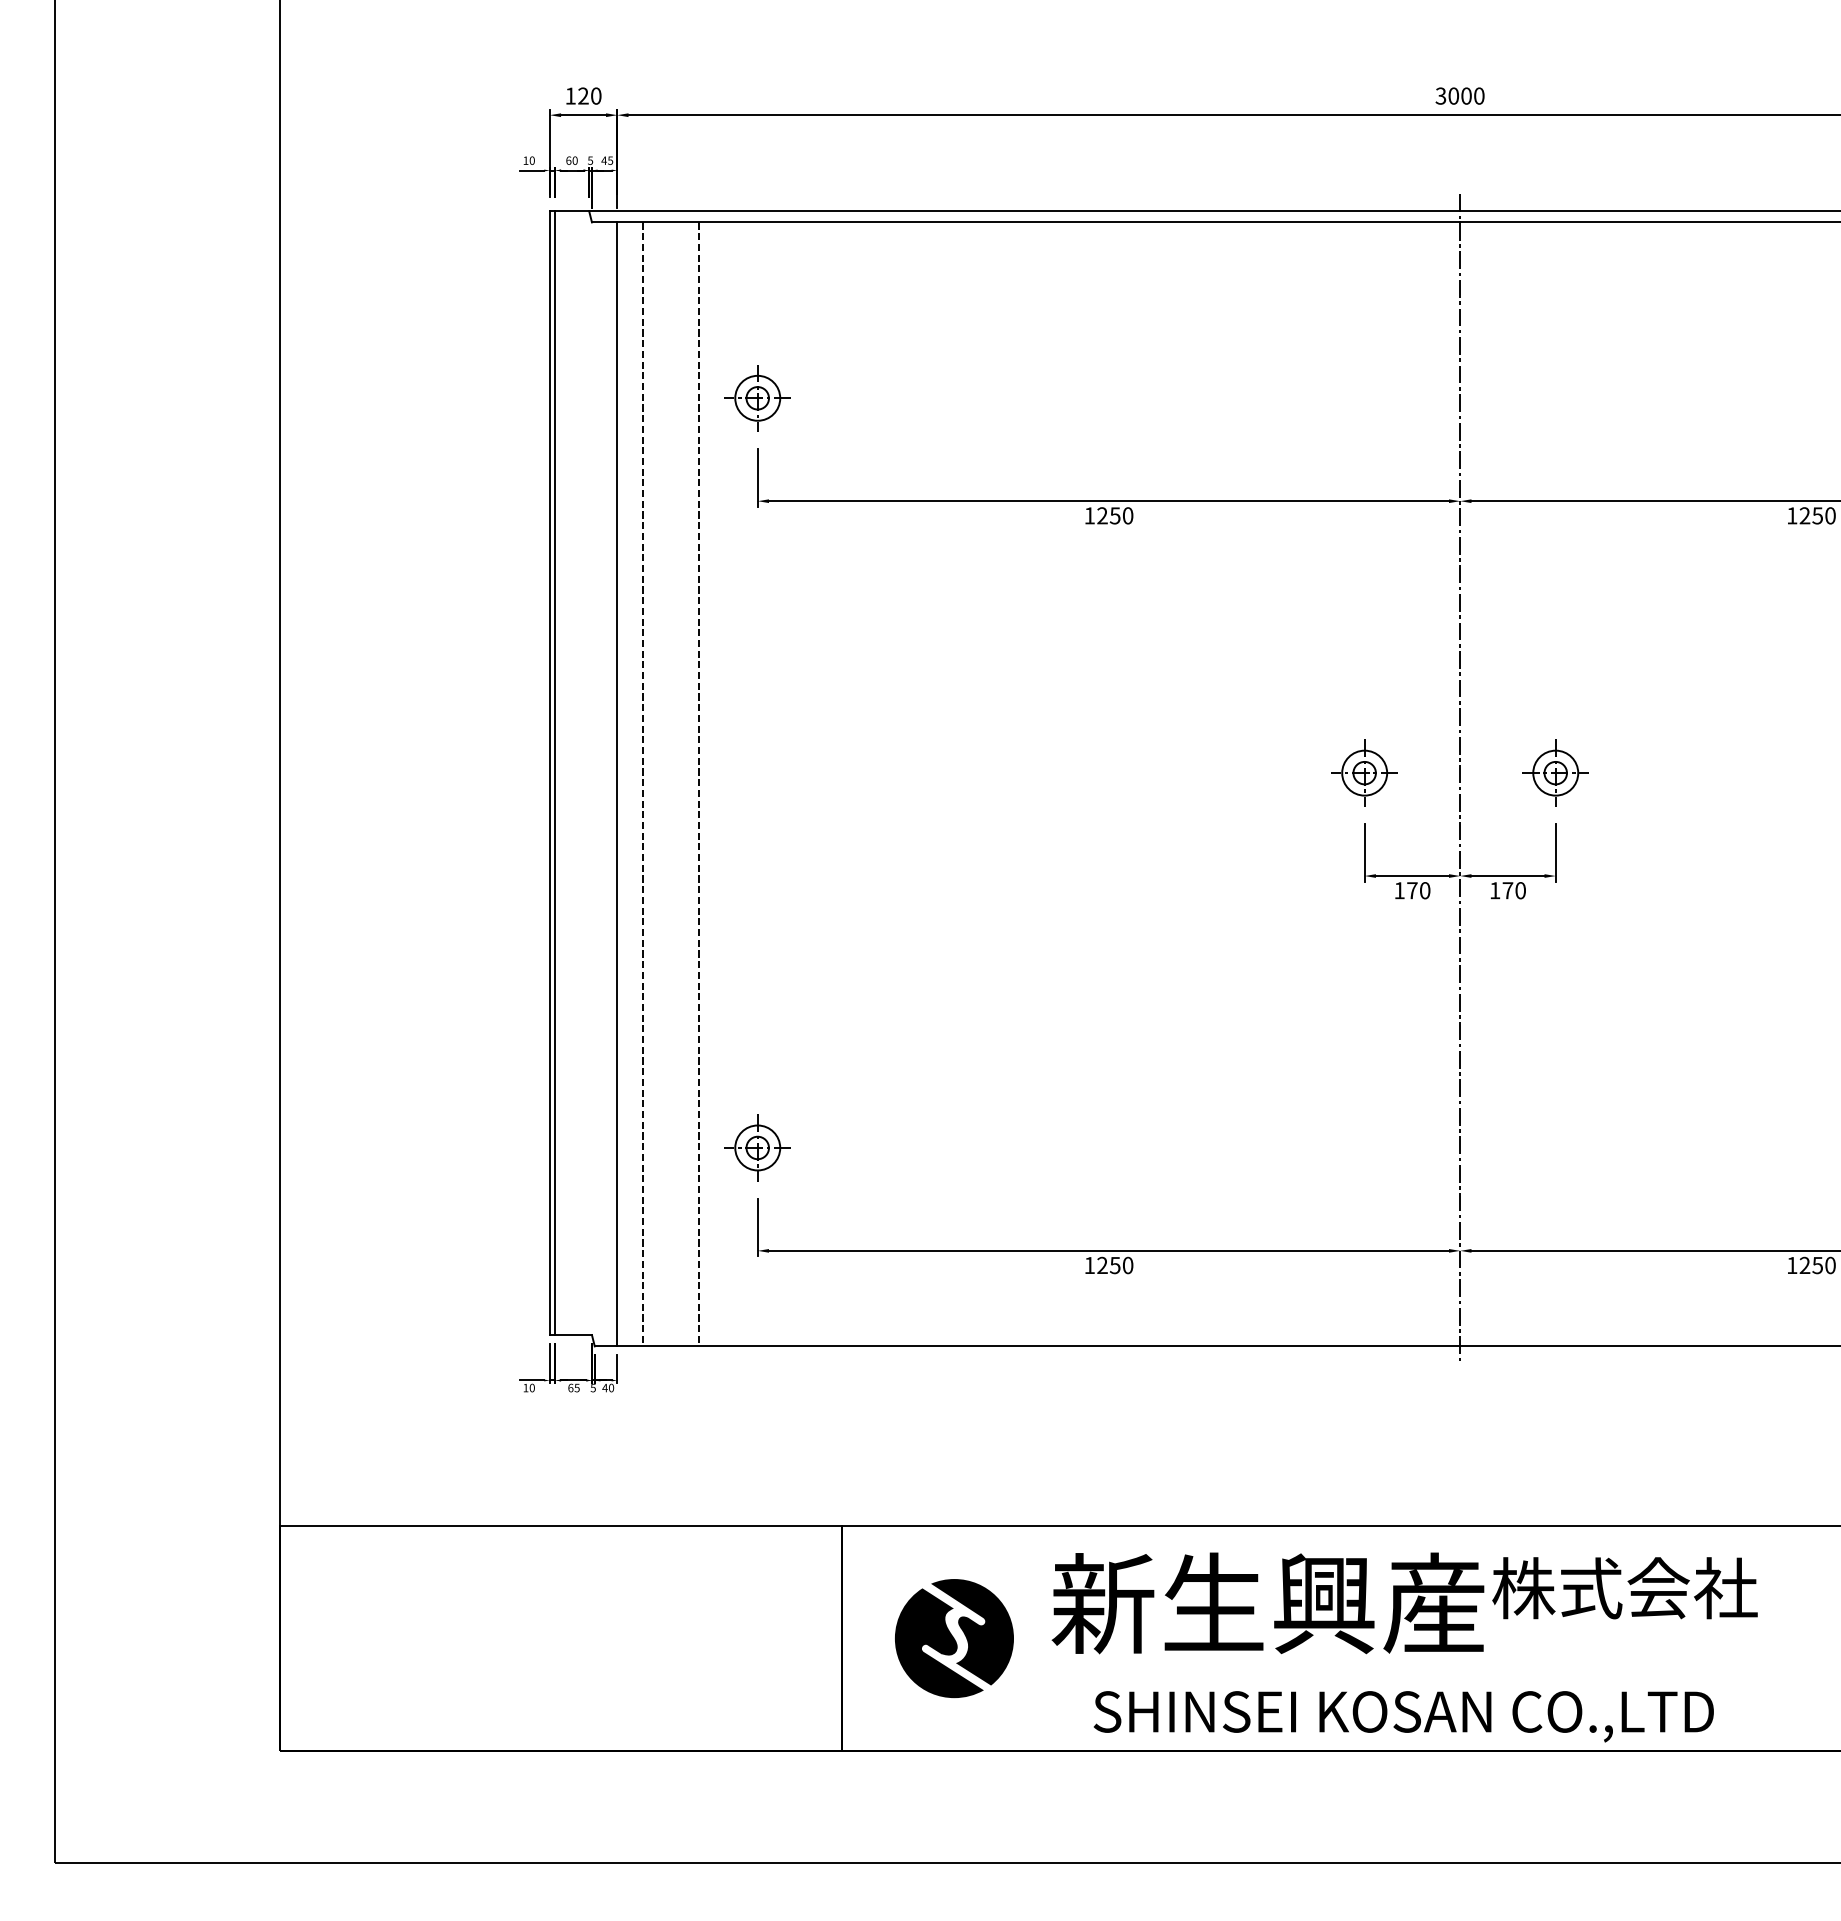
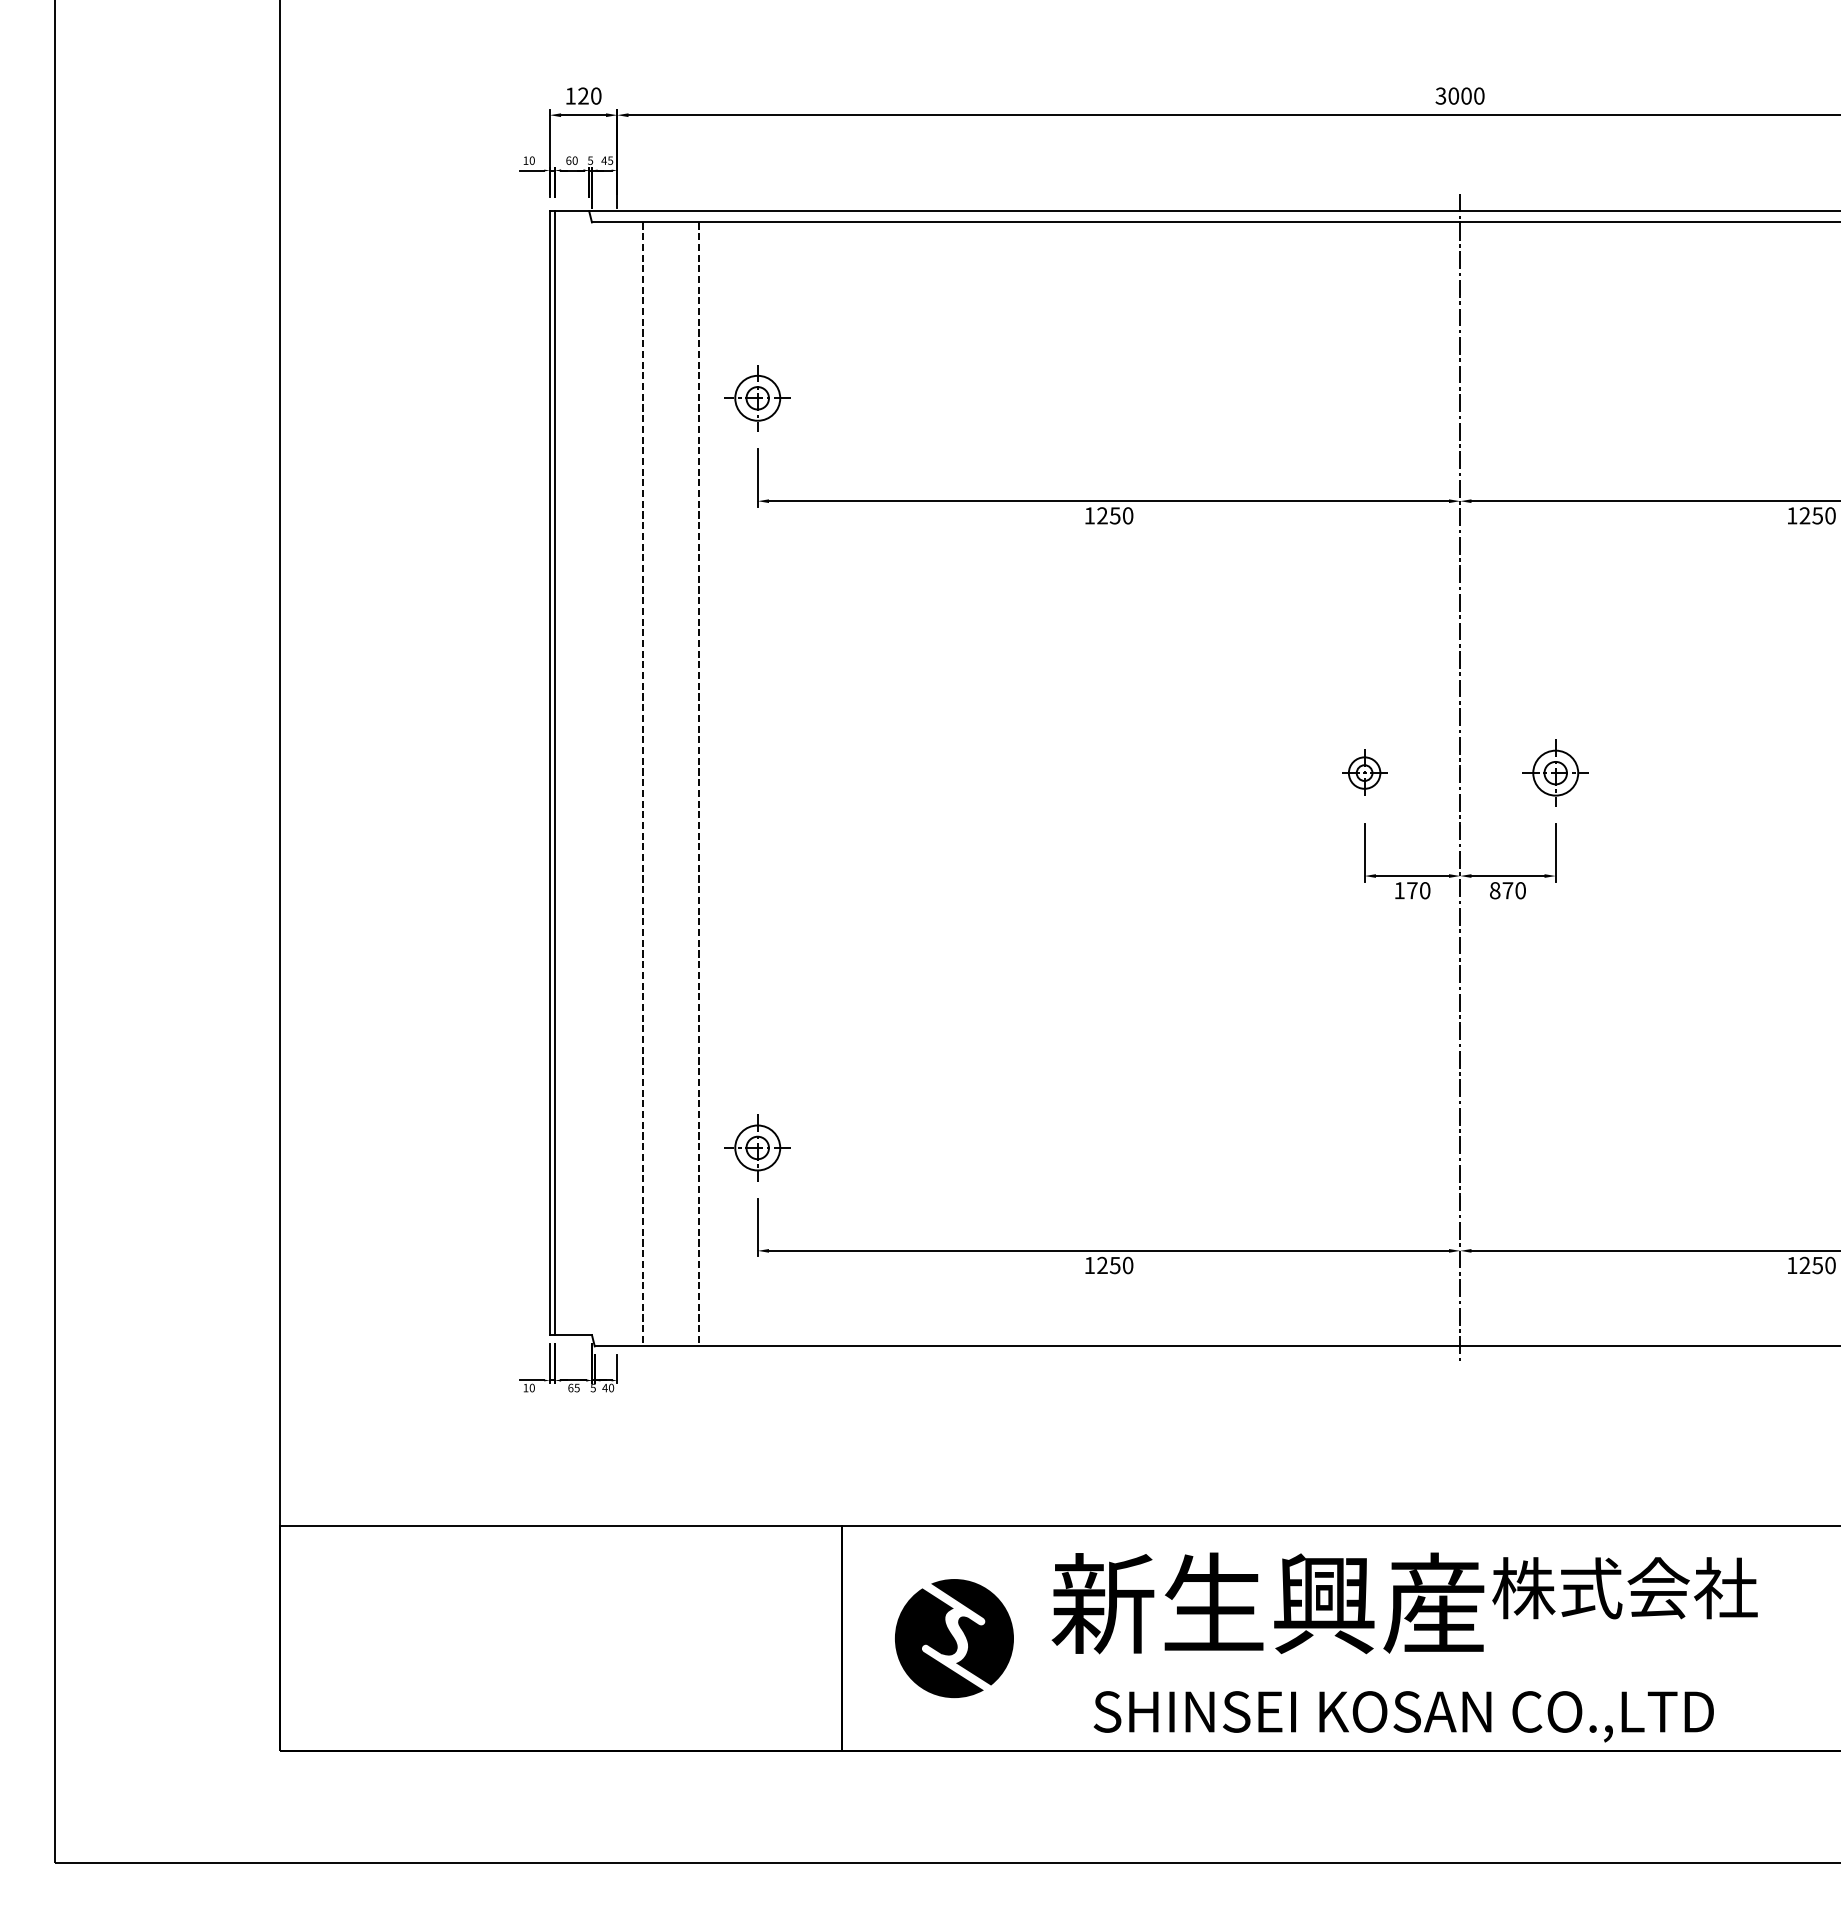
part at (1364, 772) size: 67x68 px -> 46x47 px
line at (617, 784): present -> none
text at (1495, 890): 170 -> 870
